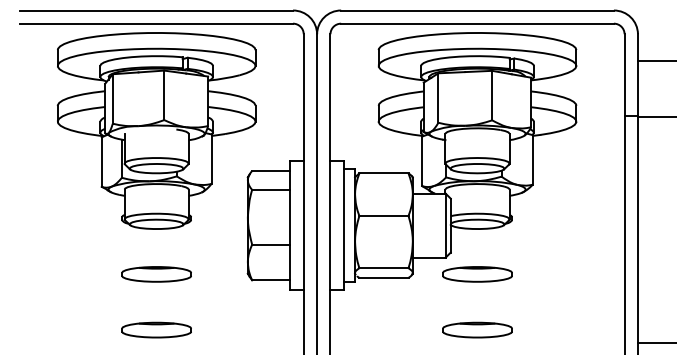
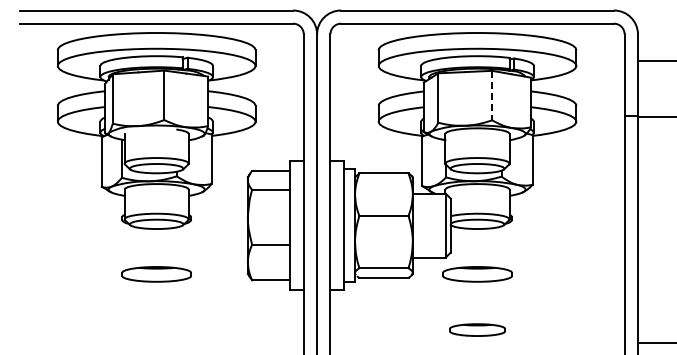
line at (492, 95): solid -> dashed
part at (156, 329): present -> none
part at (477, 329) size: 71x18 px -> 57x14 px
